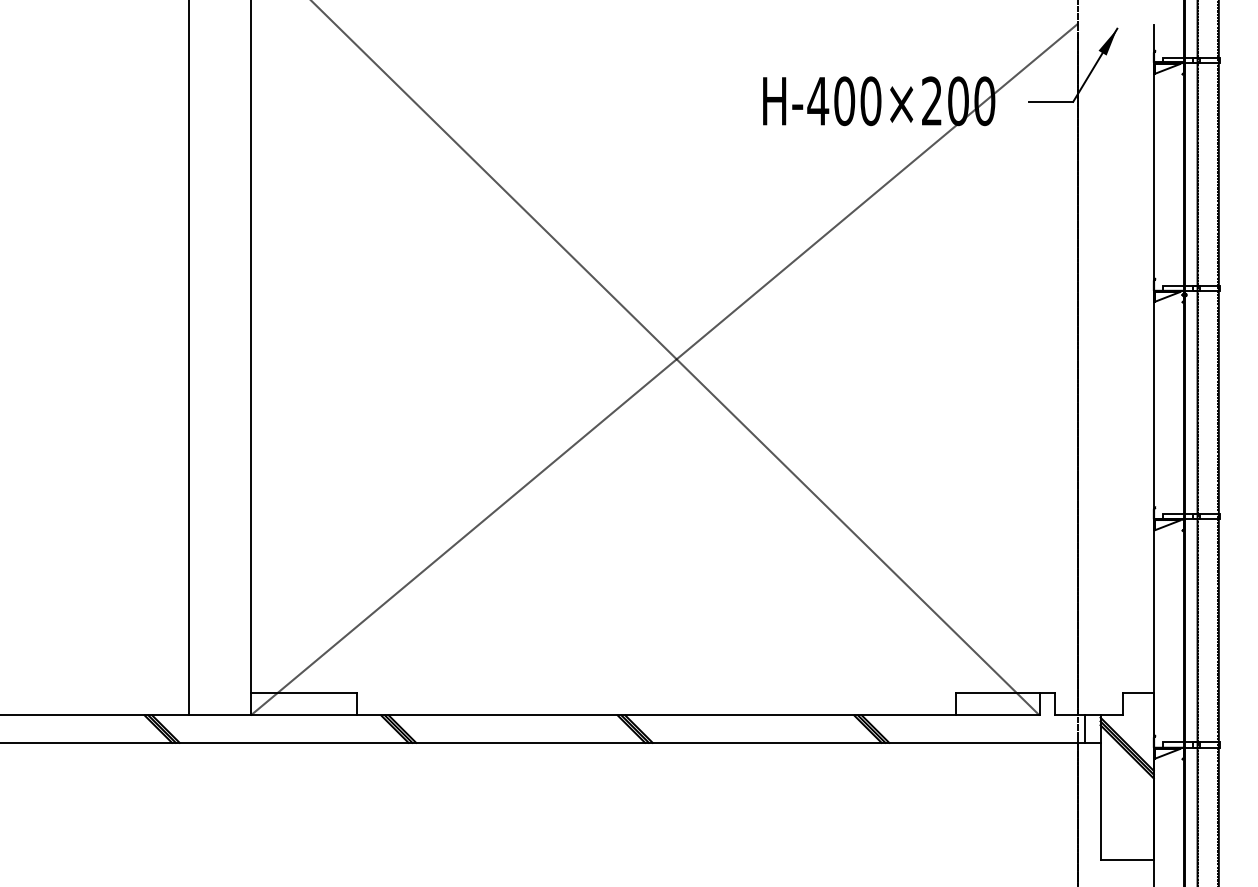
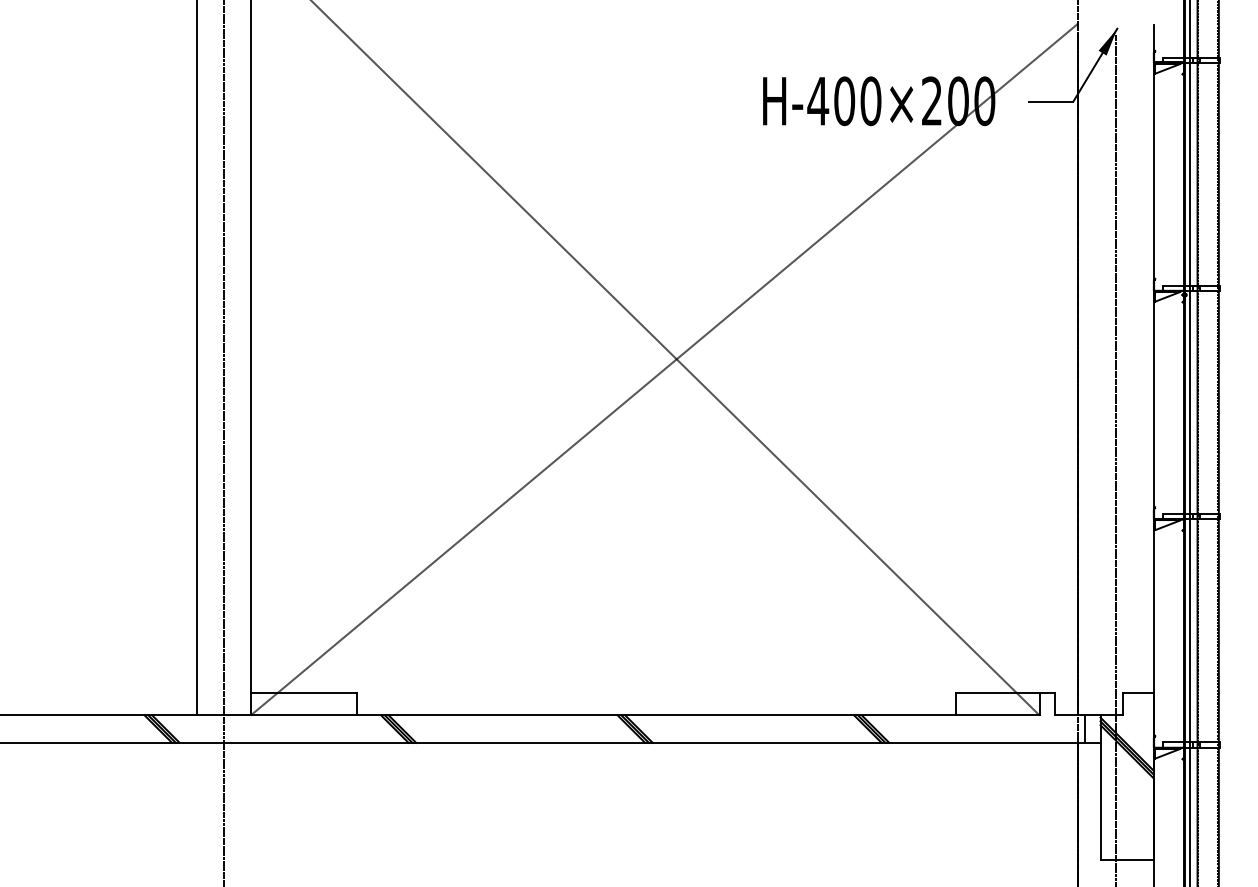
line at (189, 358) position: (189, 358) -> (197, 358)
line at (224, 442): none -> present
line at (1190, 442): none -> present
line at (1115, 459): none -> present
